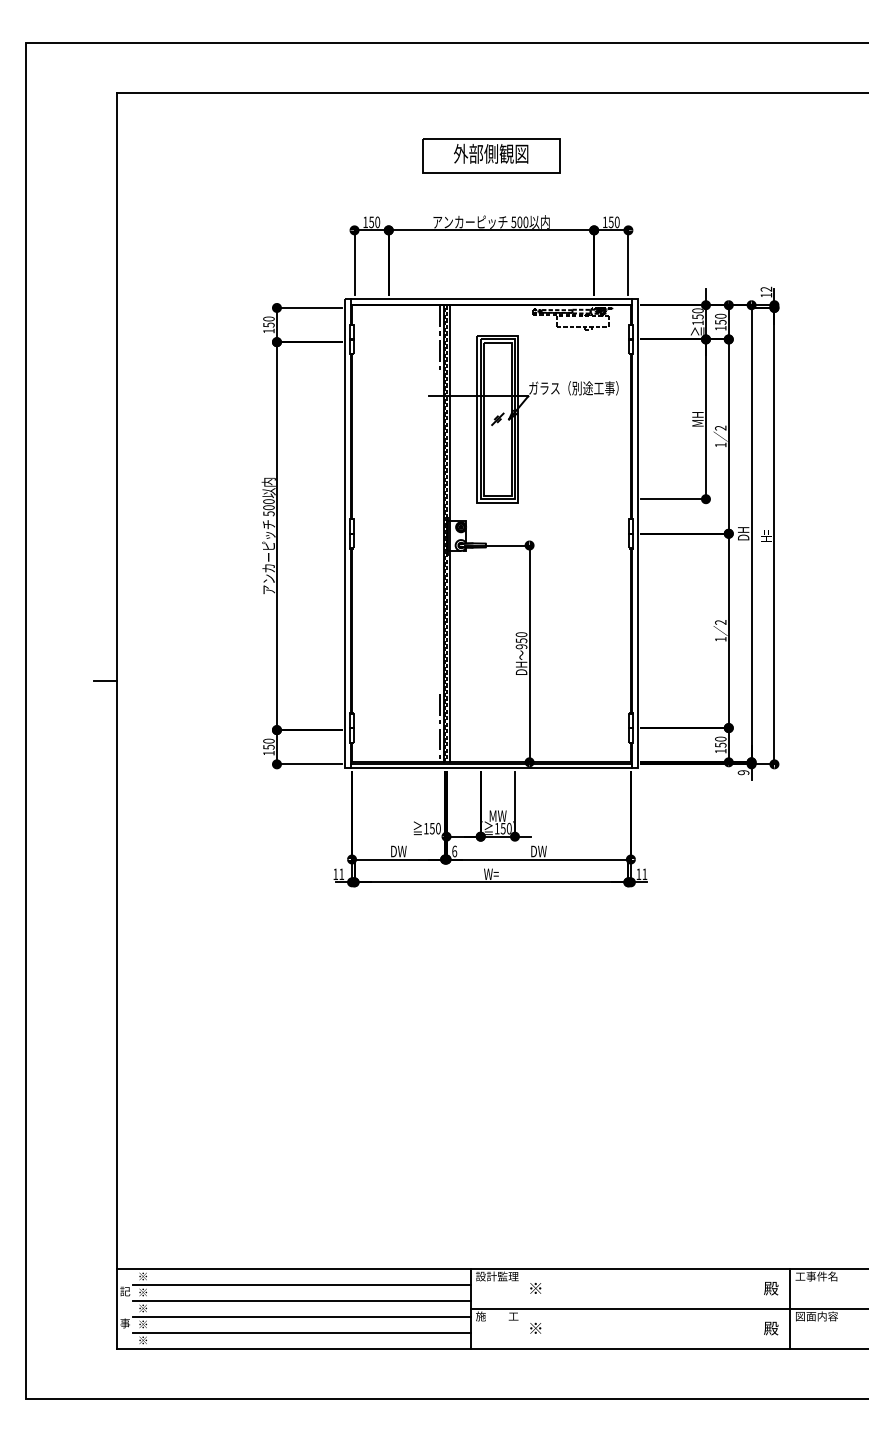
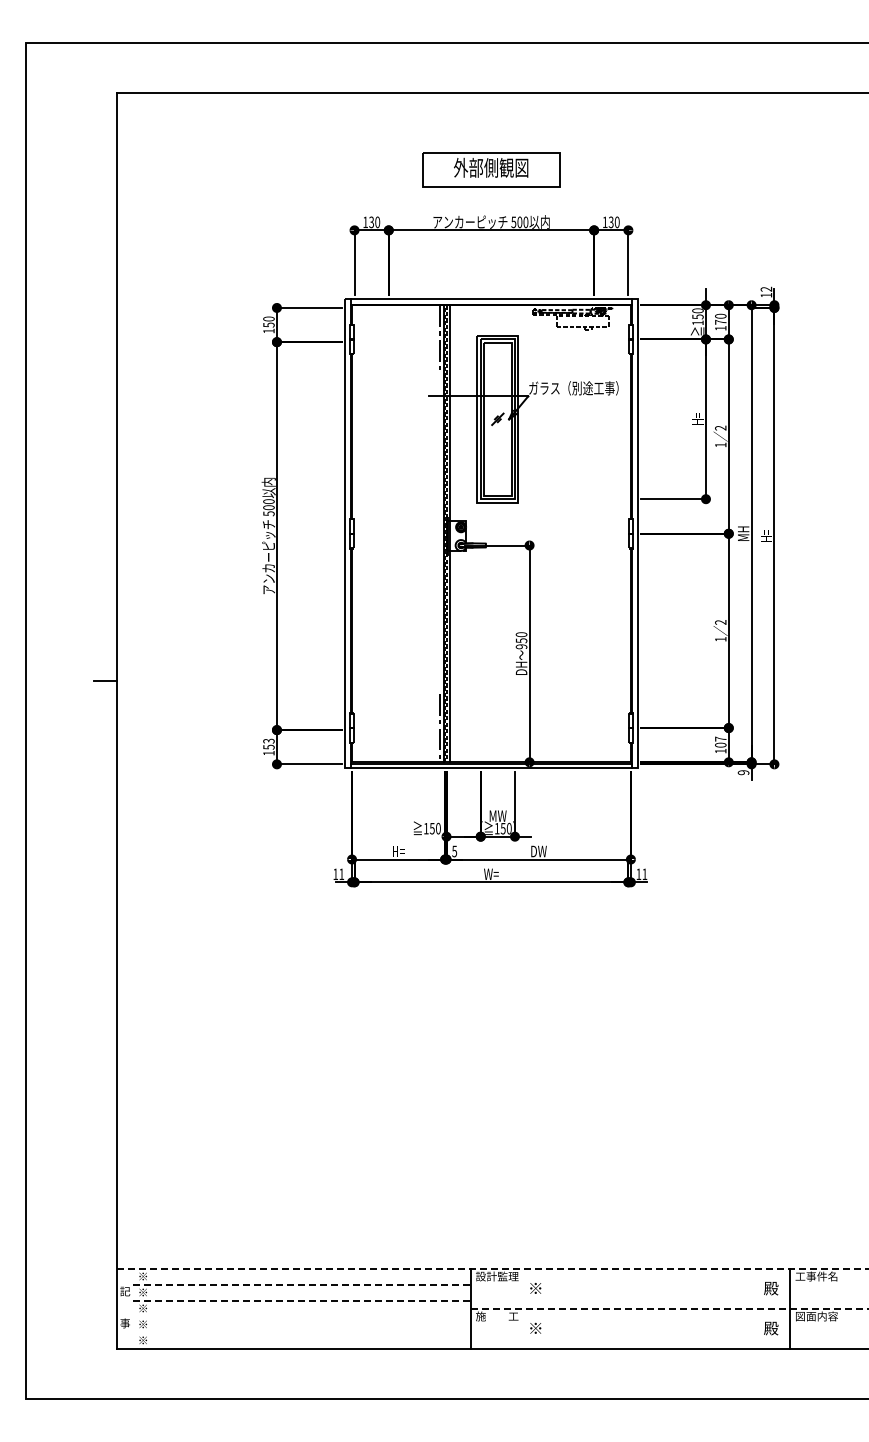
part at (491, 155) position: (491, 155) -> (491, 169)
text at (371, 221): 150 -> 130
text at (611, 221): 150 -> 130
text at (720, 321): 150 -> 170
text at (697, 419): MH -> H=
text at (743, 533): DH -> MH
text at (268, 740): 150 -> 153
text at (720, 741): 150 -> 107
text at (398, 851): DW -> H=
text at (454, 851): 6 -> 5
line at (493, 1268): solid -> dashed
line at (302, 1284): solid -> dashed
line at (302, 1300): solid -> dashed
line at (669, 1308): solid -> dashed
line at (301, 1316): present -> none
line at (301, 1332): present -> none
